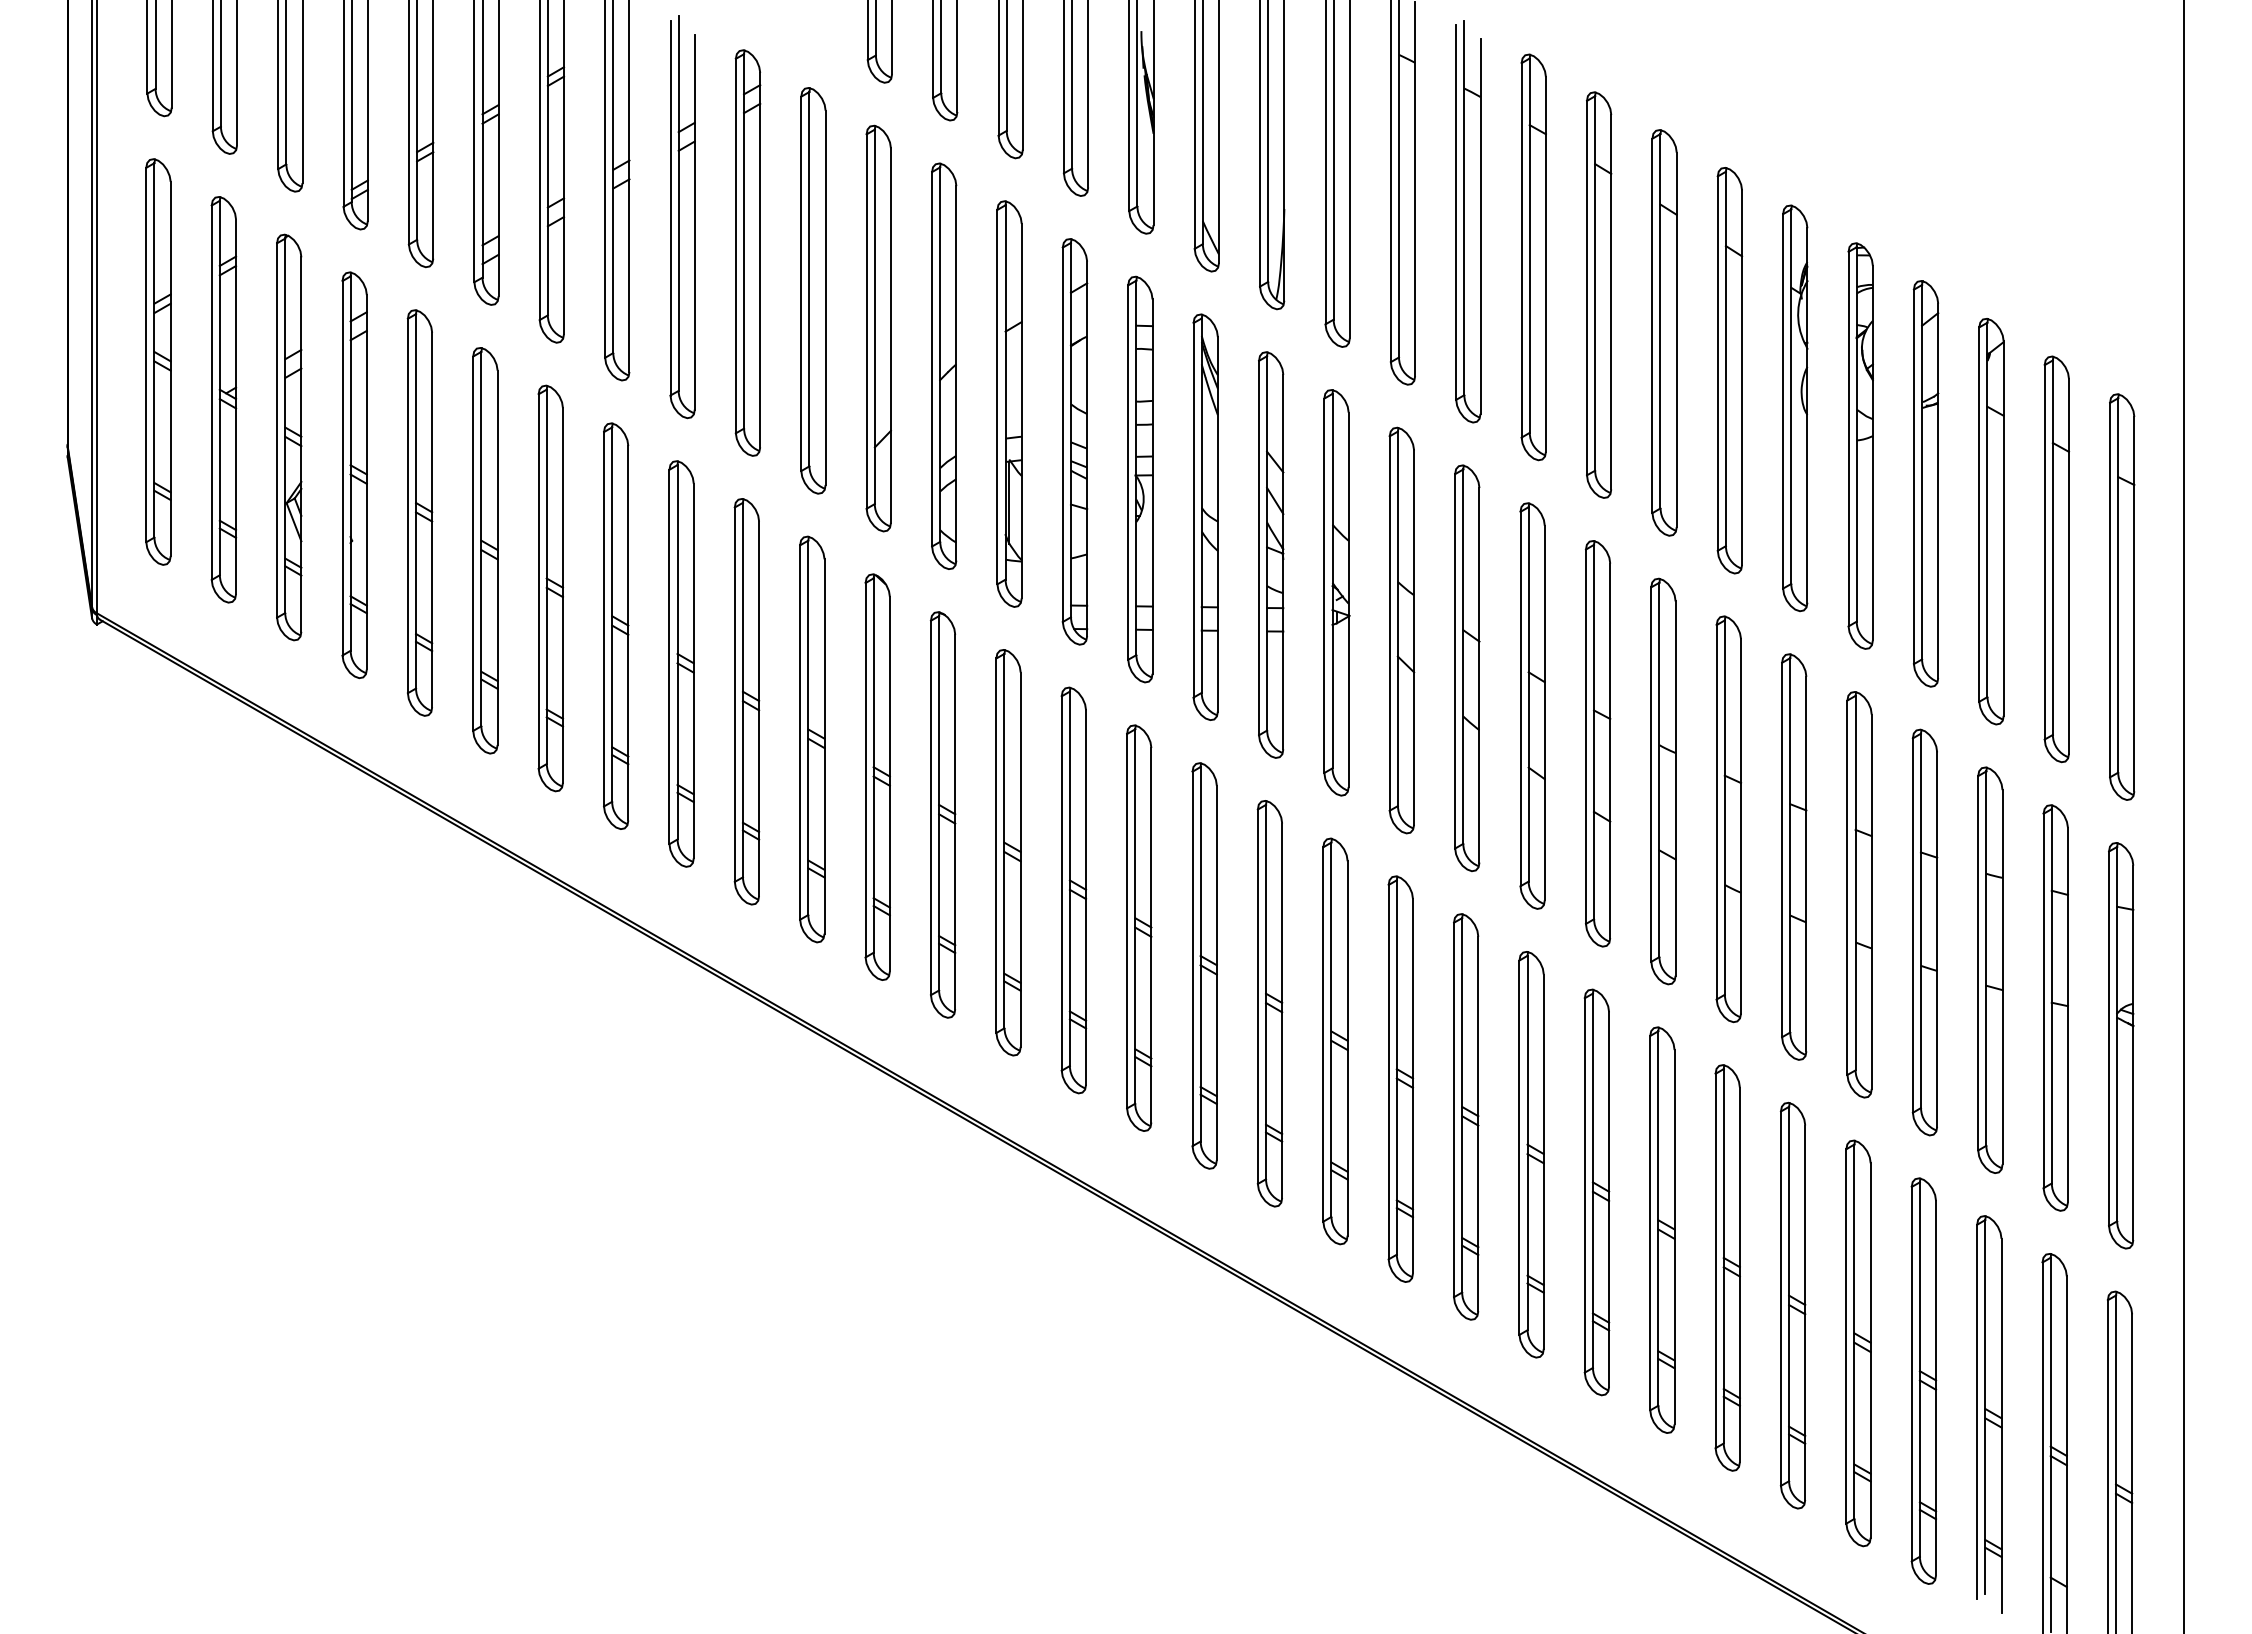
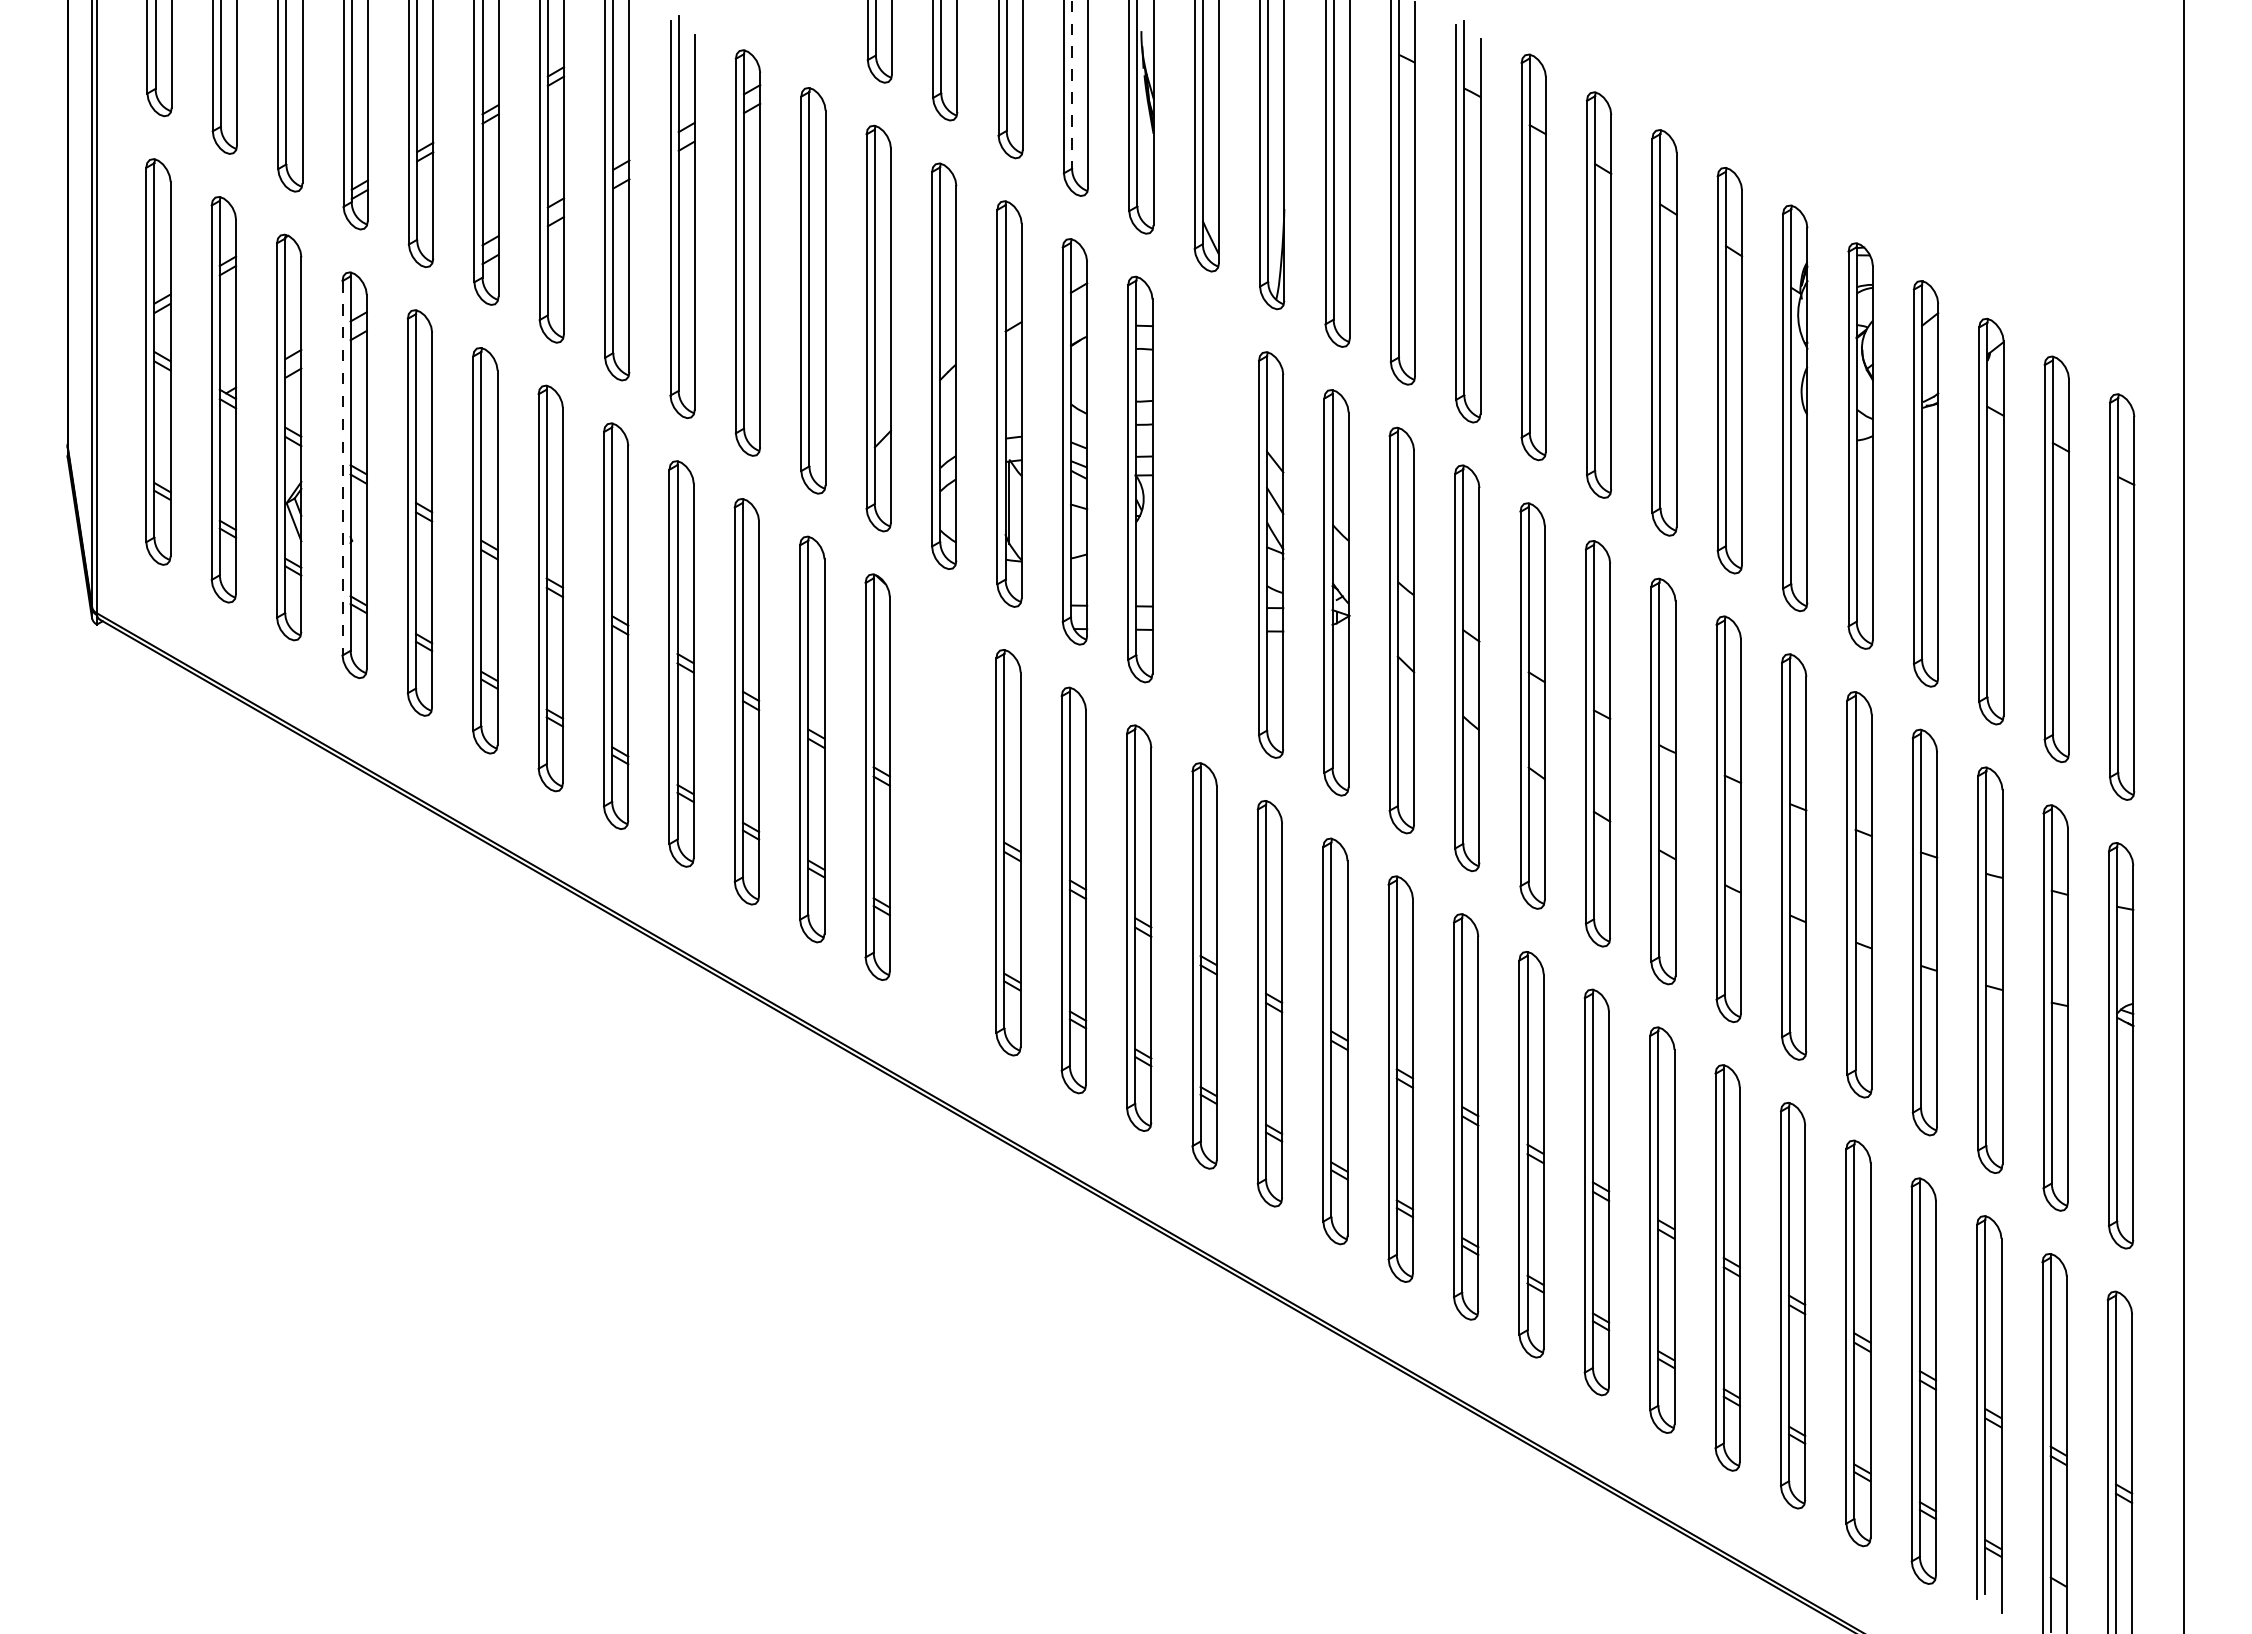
line at (1072, 84): solid -> dashed
line at (342, 468): solid -> dashed
part at (1205, 516): present -> none
part at (942, 814): present -> none
